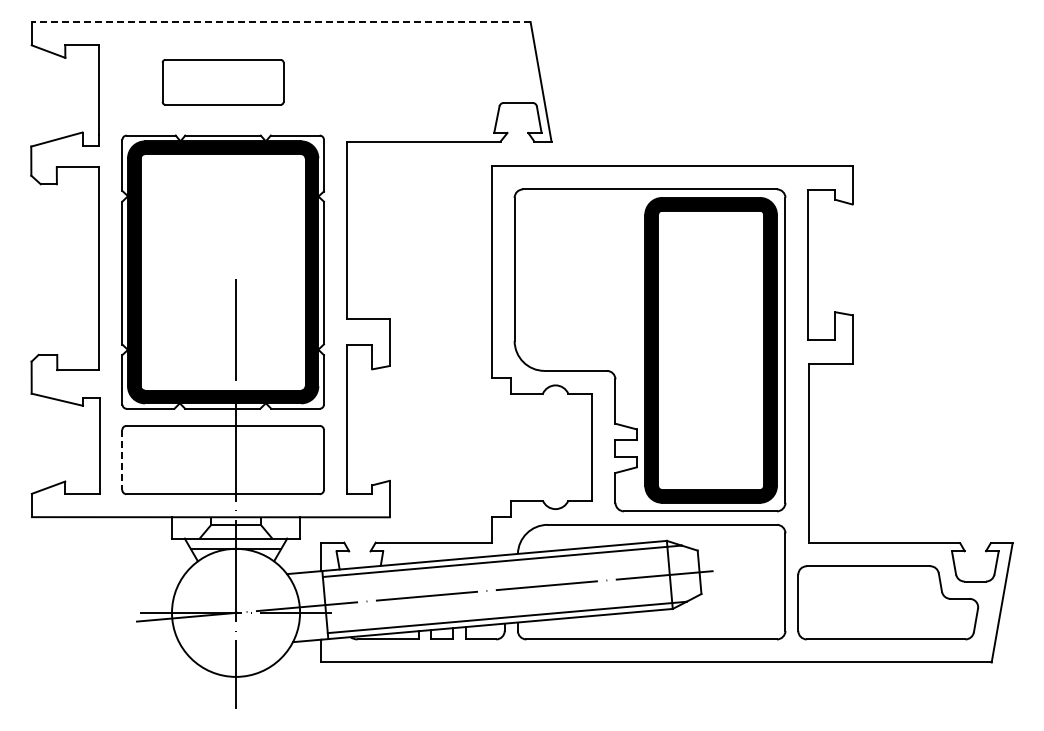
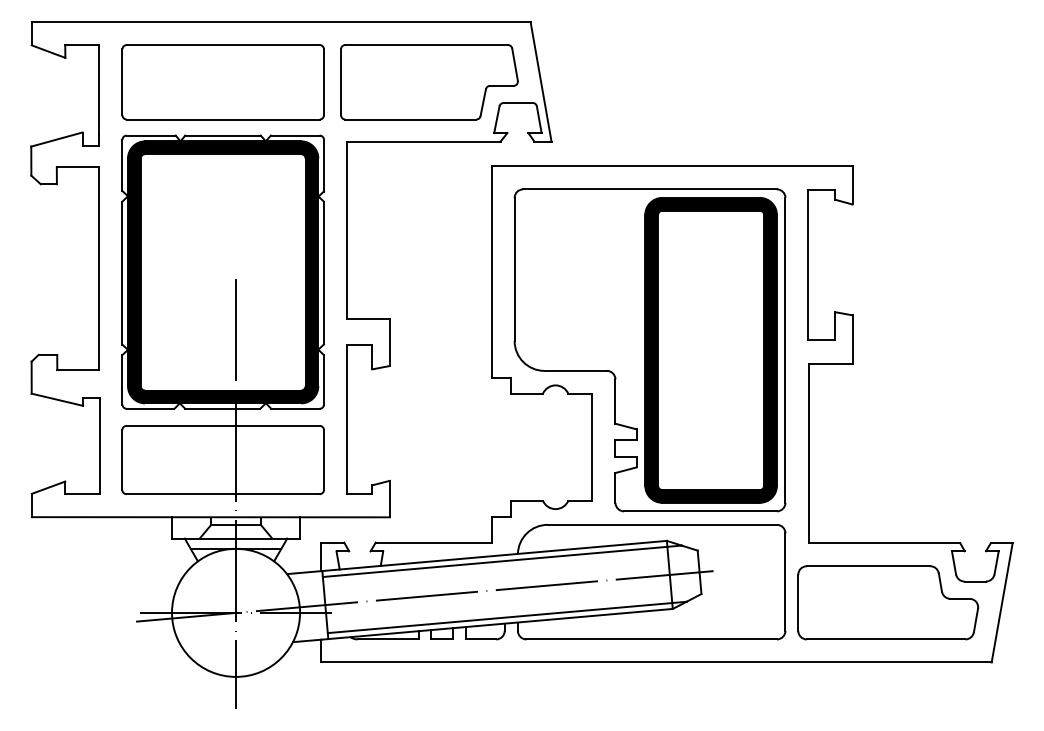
line at (280, 22): dashed -> solid
part at (222, 82) size: 124x47 px -> 204x77 px
part at (429, 82): none -> present
line at (122, 460): dashed -> solid
